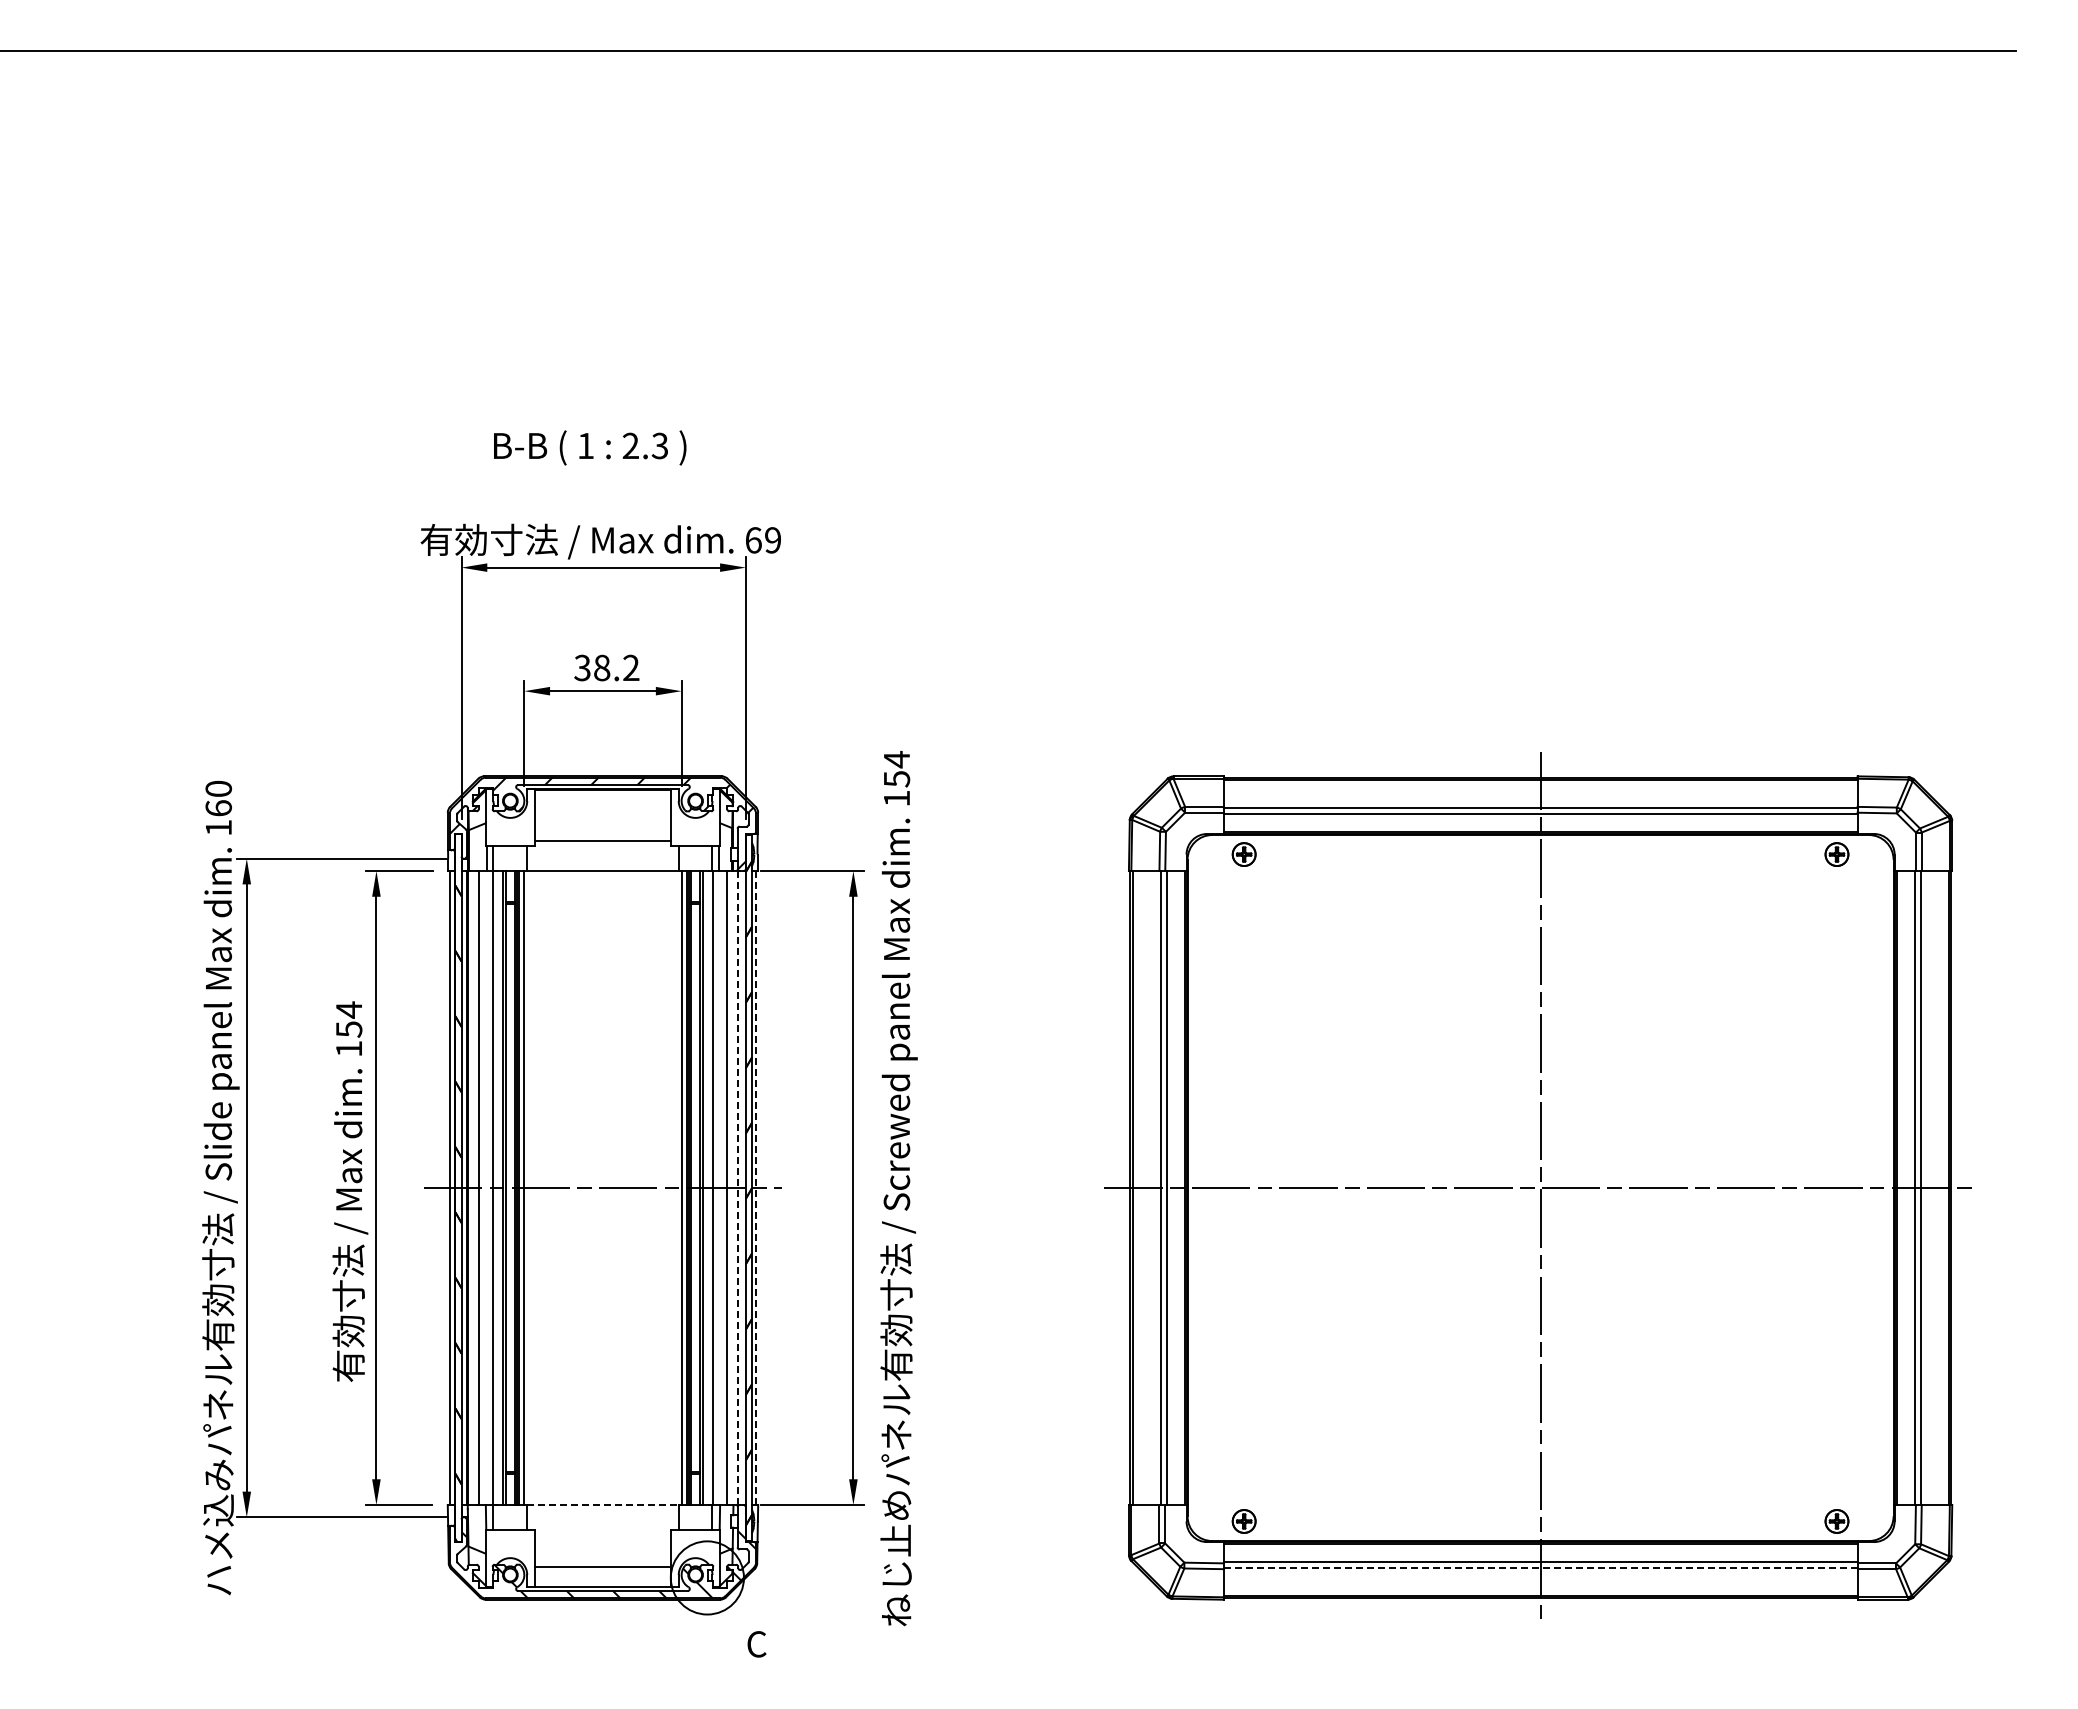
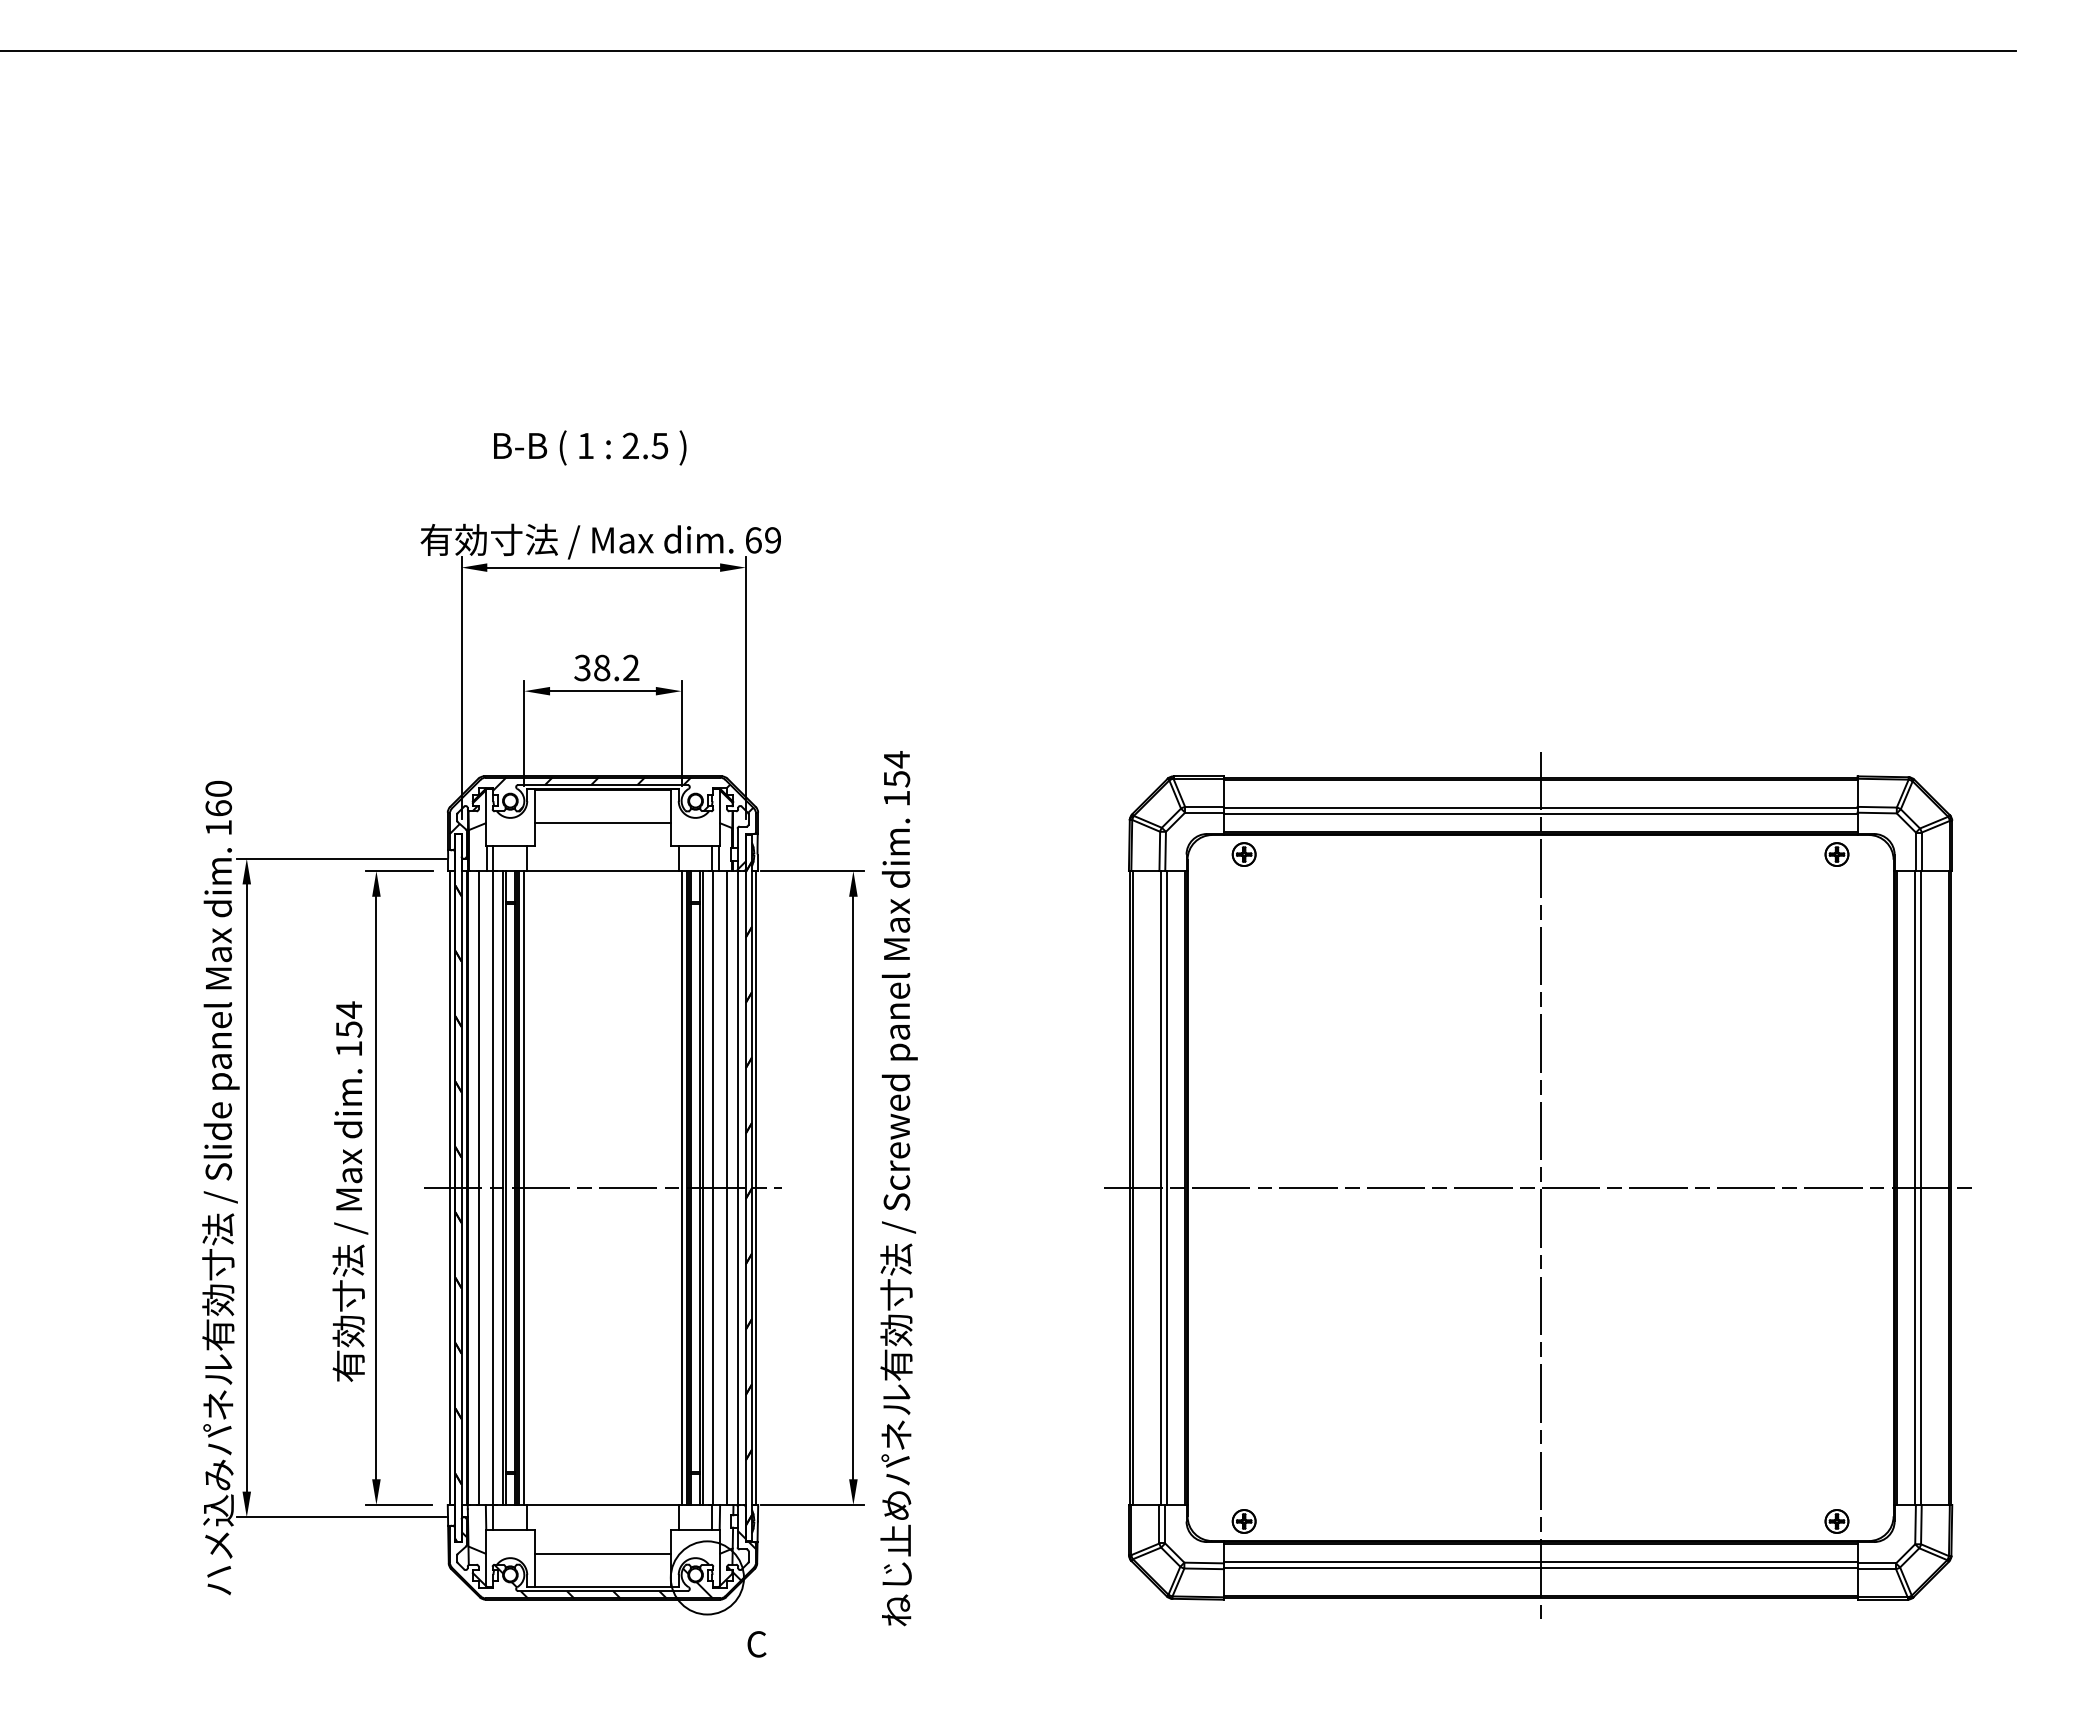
text at (660, 445): 2.3 -> 2.5
line at (602, 840) position: (602, 840) -> (602, 822)
line at (737, 1188): dashed -> solid
line at (756, 1188): dashed -> solid
line at (602, 1505): dashed -> solid
line at (602, 1567) position: (602, 1567) -> (602, 1554)
line at (1540, 1567): dashed -> solid
